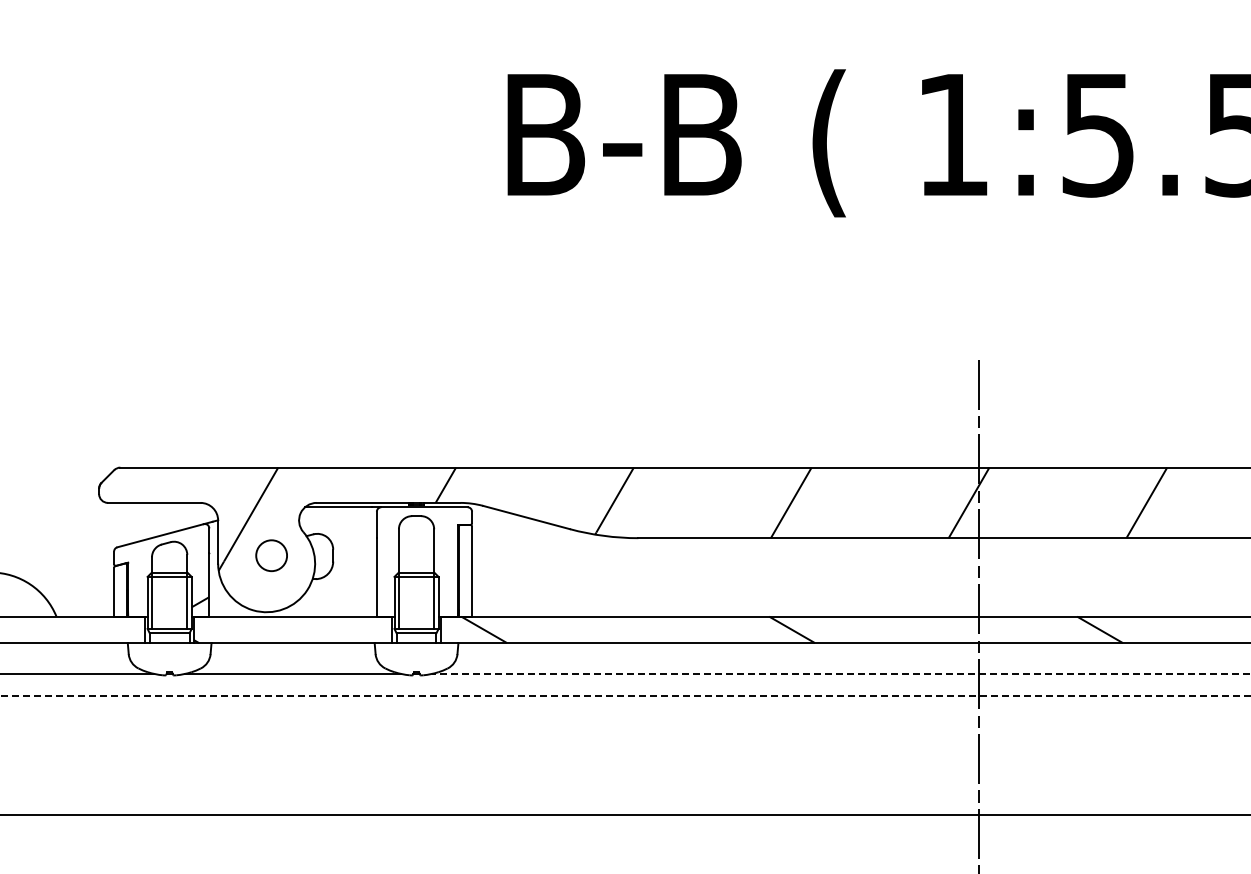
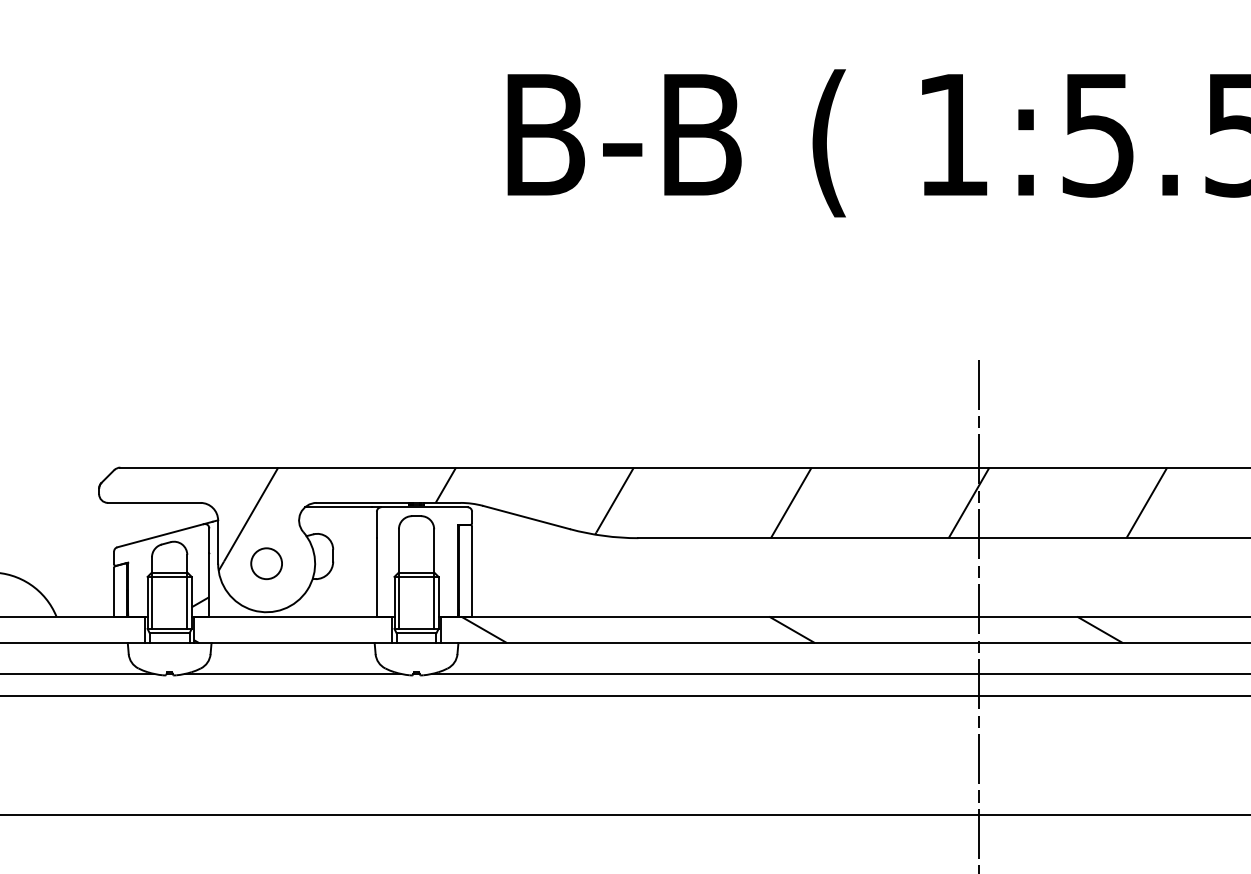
circle at (271, 555) position: (271, 555) -> (266, 563)
line at (840, 673): dashed -> solid
line at (625, 696): dashed -> solid
